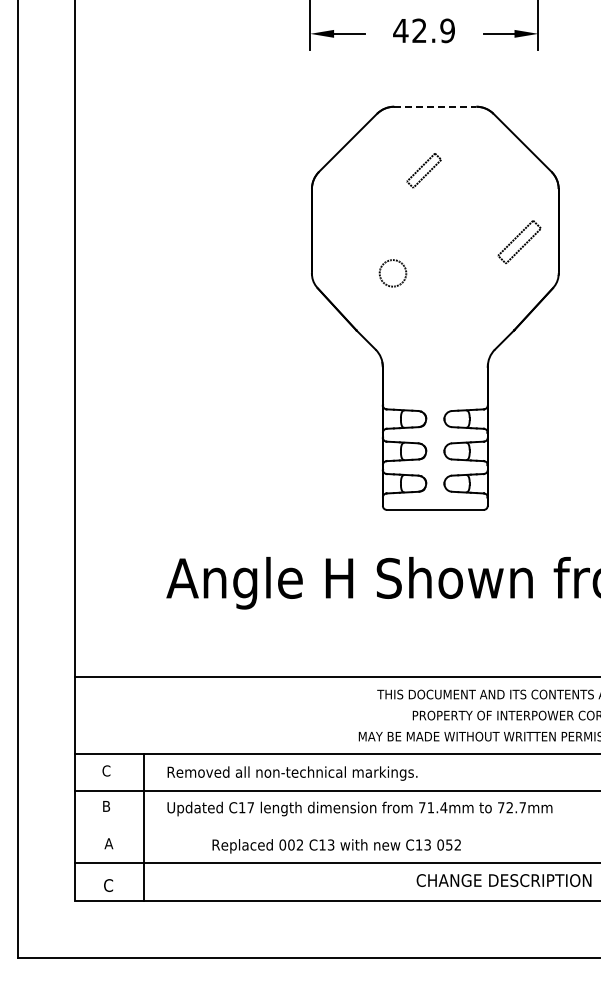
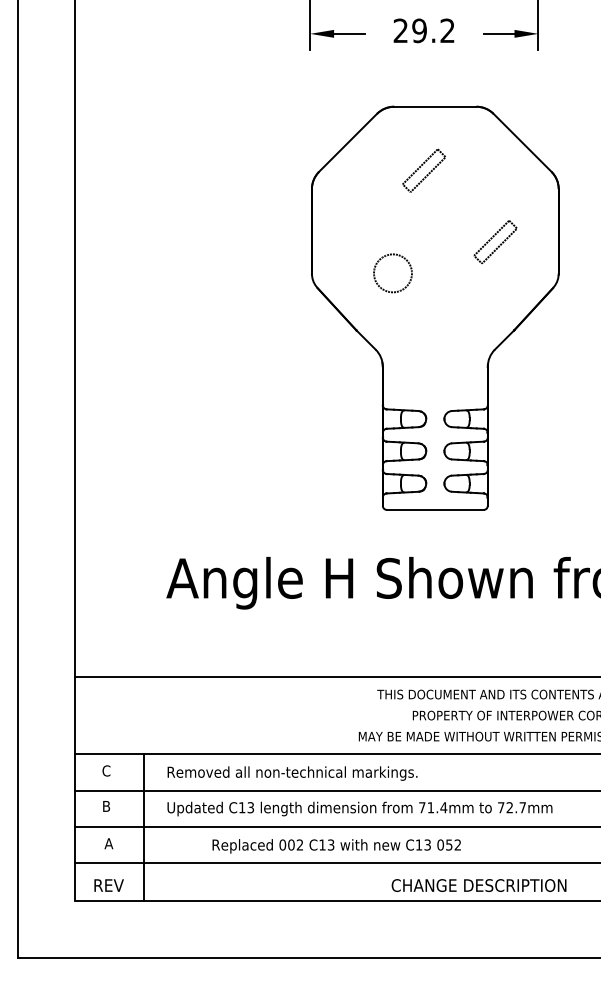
text at (423, 30): 42.9 -> 29.2
line at (435, 106): dashed -> solid
part at (423, 170) size: 36x36 px -> 44x45 px
part at (519, 241) position: (519, 241) -> (495, 241)
circle at (392, 273) diameter: 27 px -> 38 px
text at (250, 807): C17 -> C13
line at (336, 826): none -> present
text at (503, 880) position: (503, 880) -> (478, 885)
text at (108, 885): C -> REV
